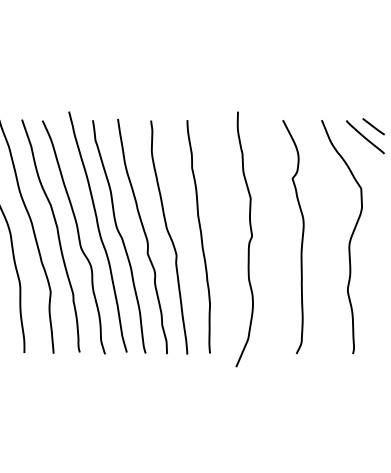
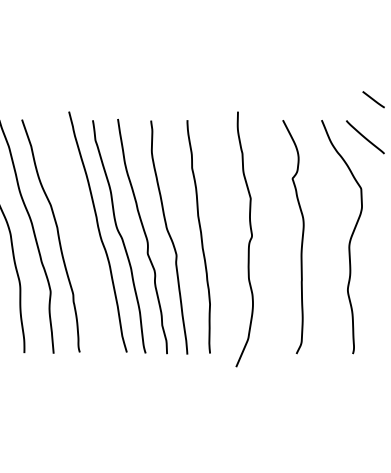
line at (373, 126) position: (373, 126) -> (373, 99)
curve at (77, 235): present -> none
